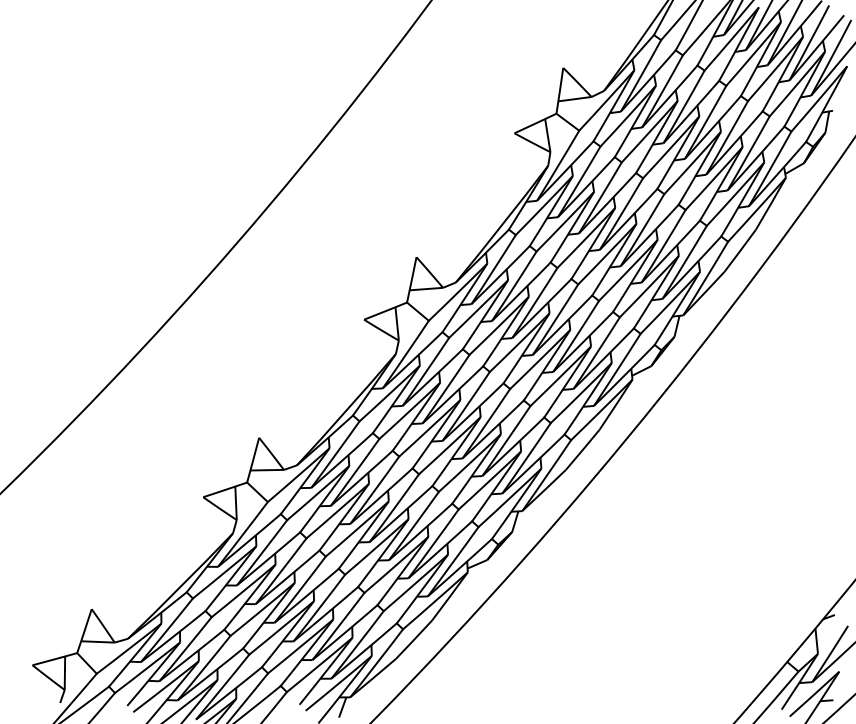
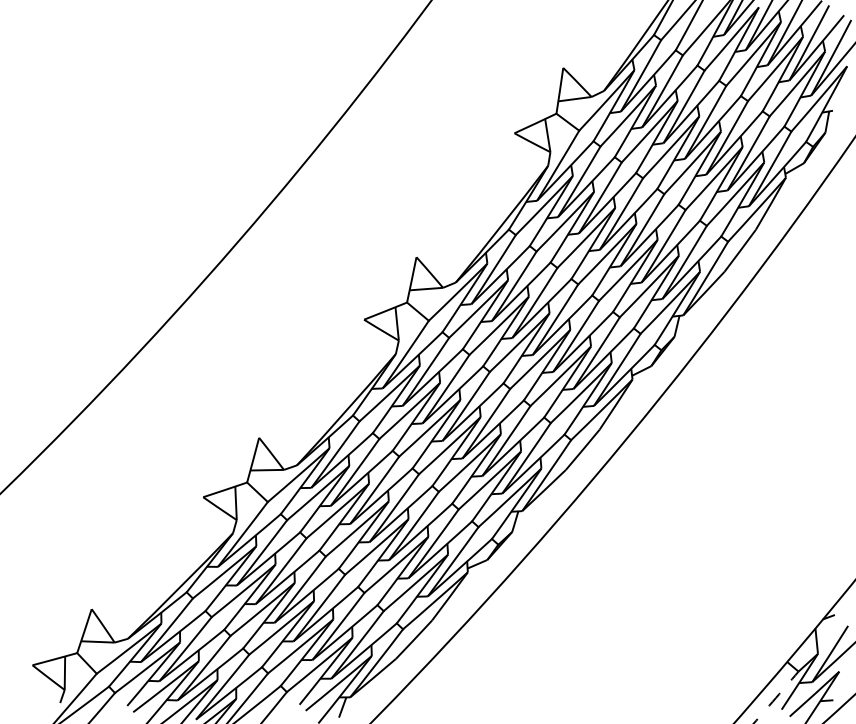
arc at (775, 698): solid -> dashed
